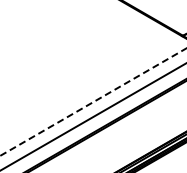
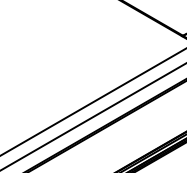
line at (93, 101): dashed -> solid
